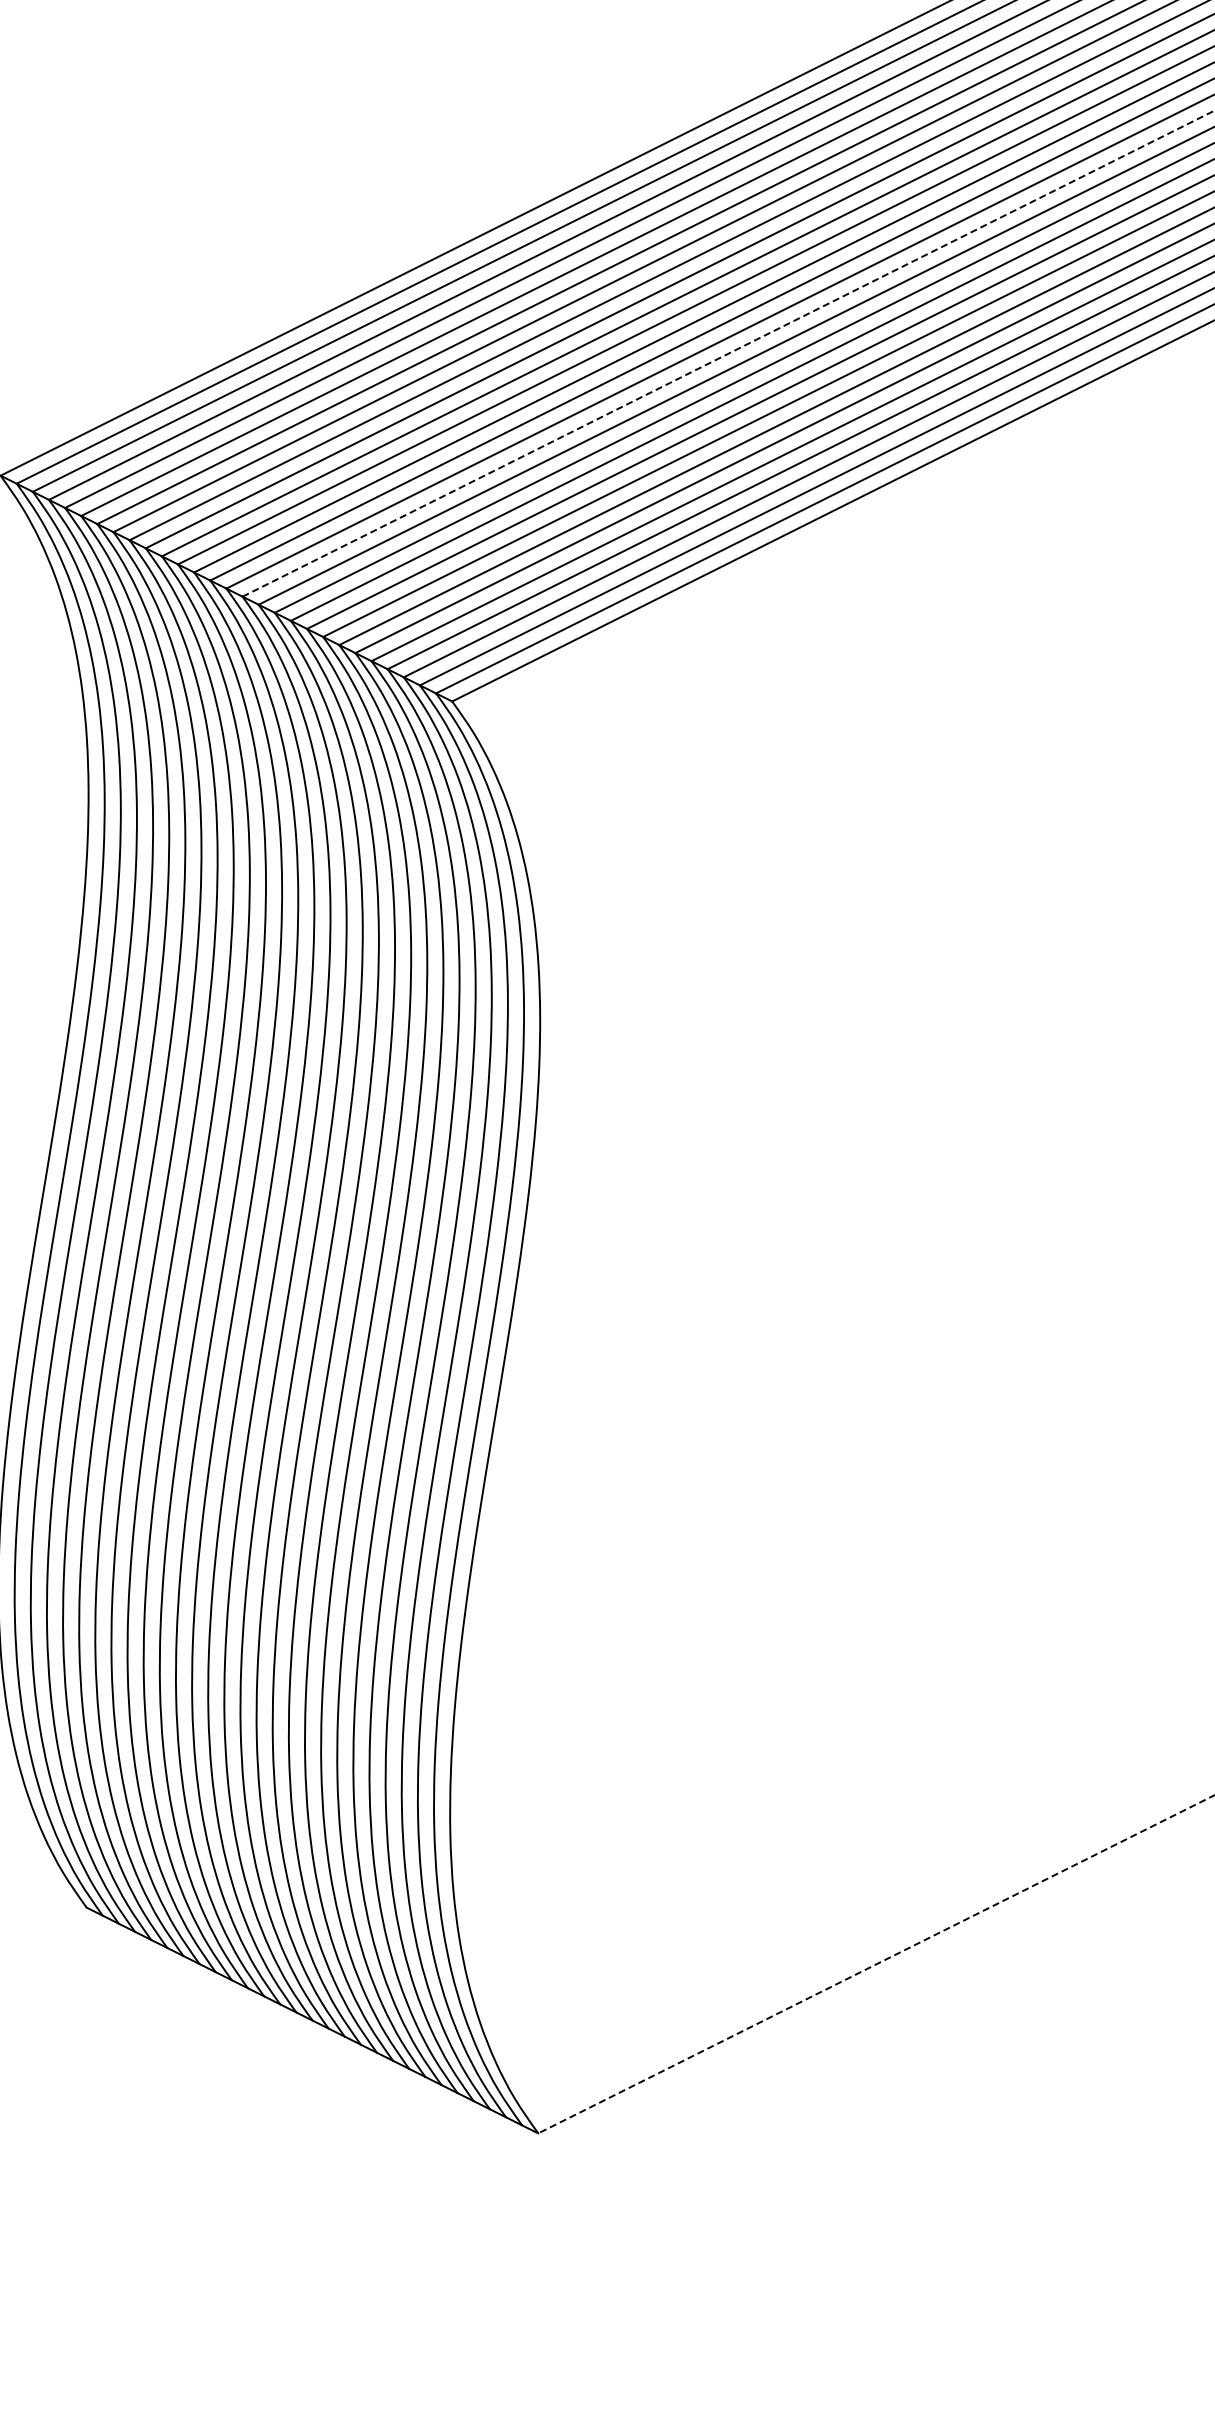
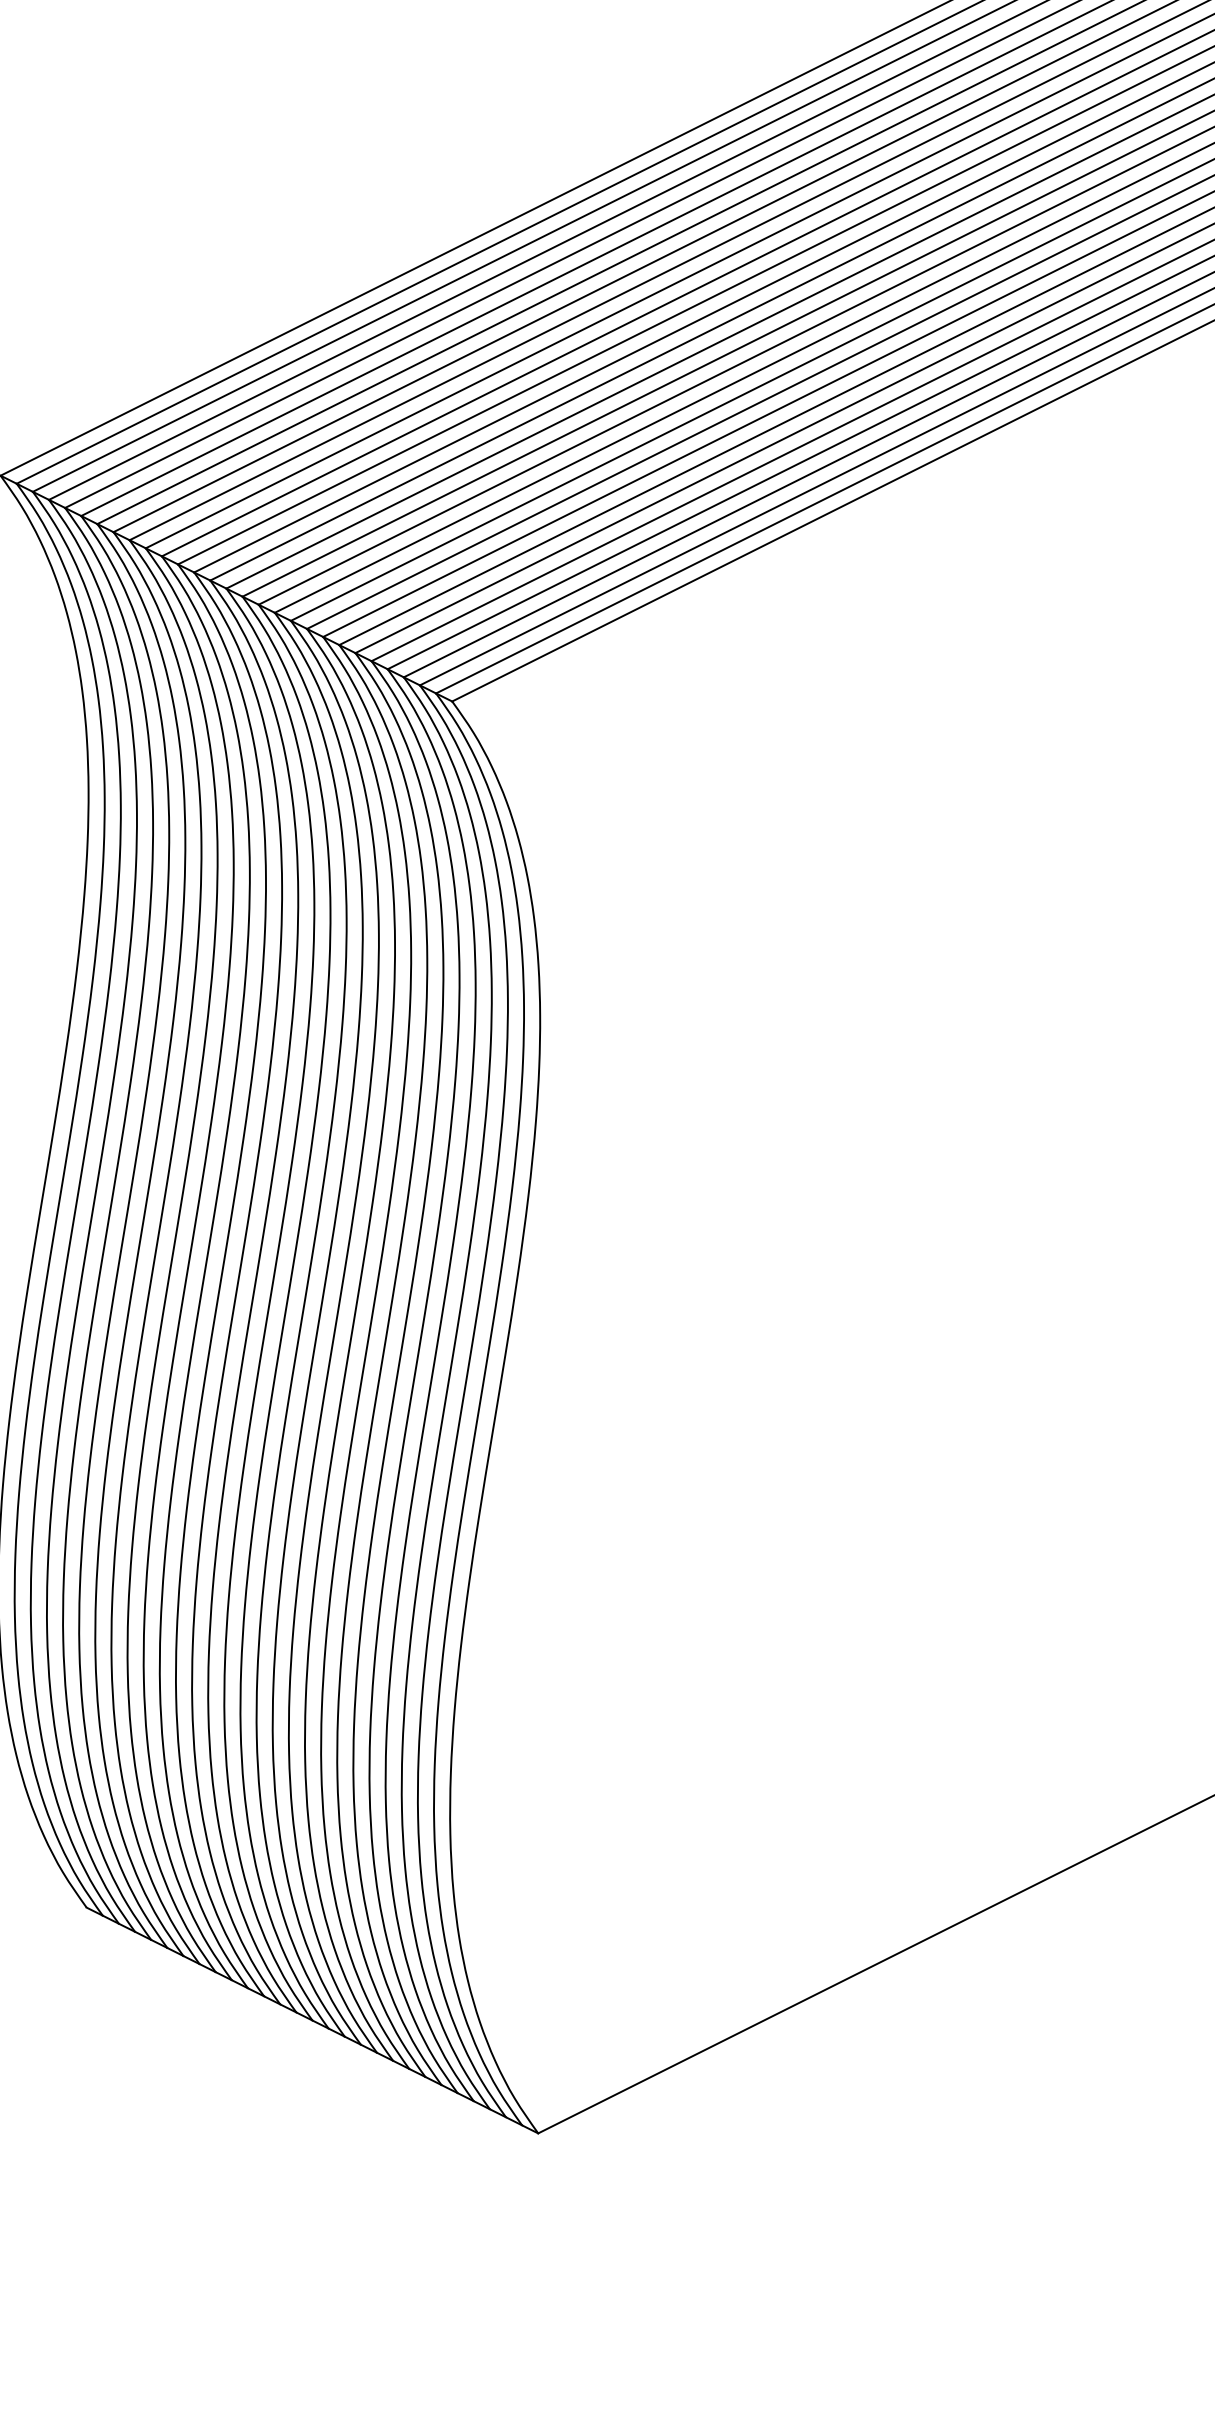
line at (729, 353): dashed -> solid
line at (876, 1964): dashed -> solid
